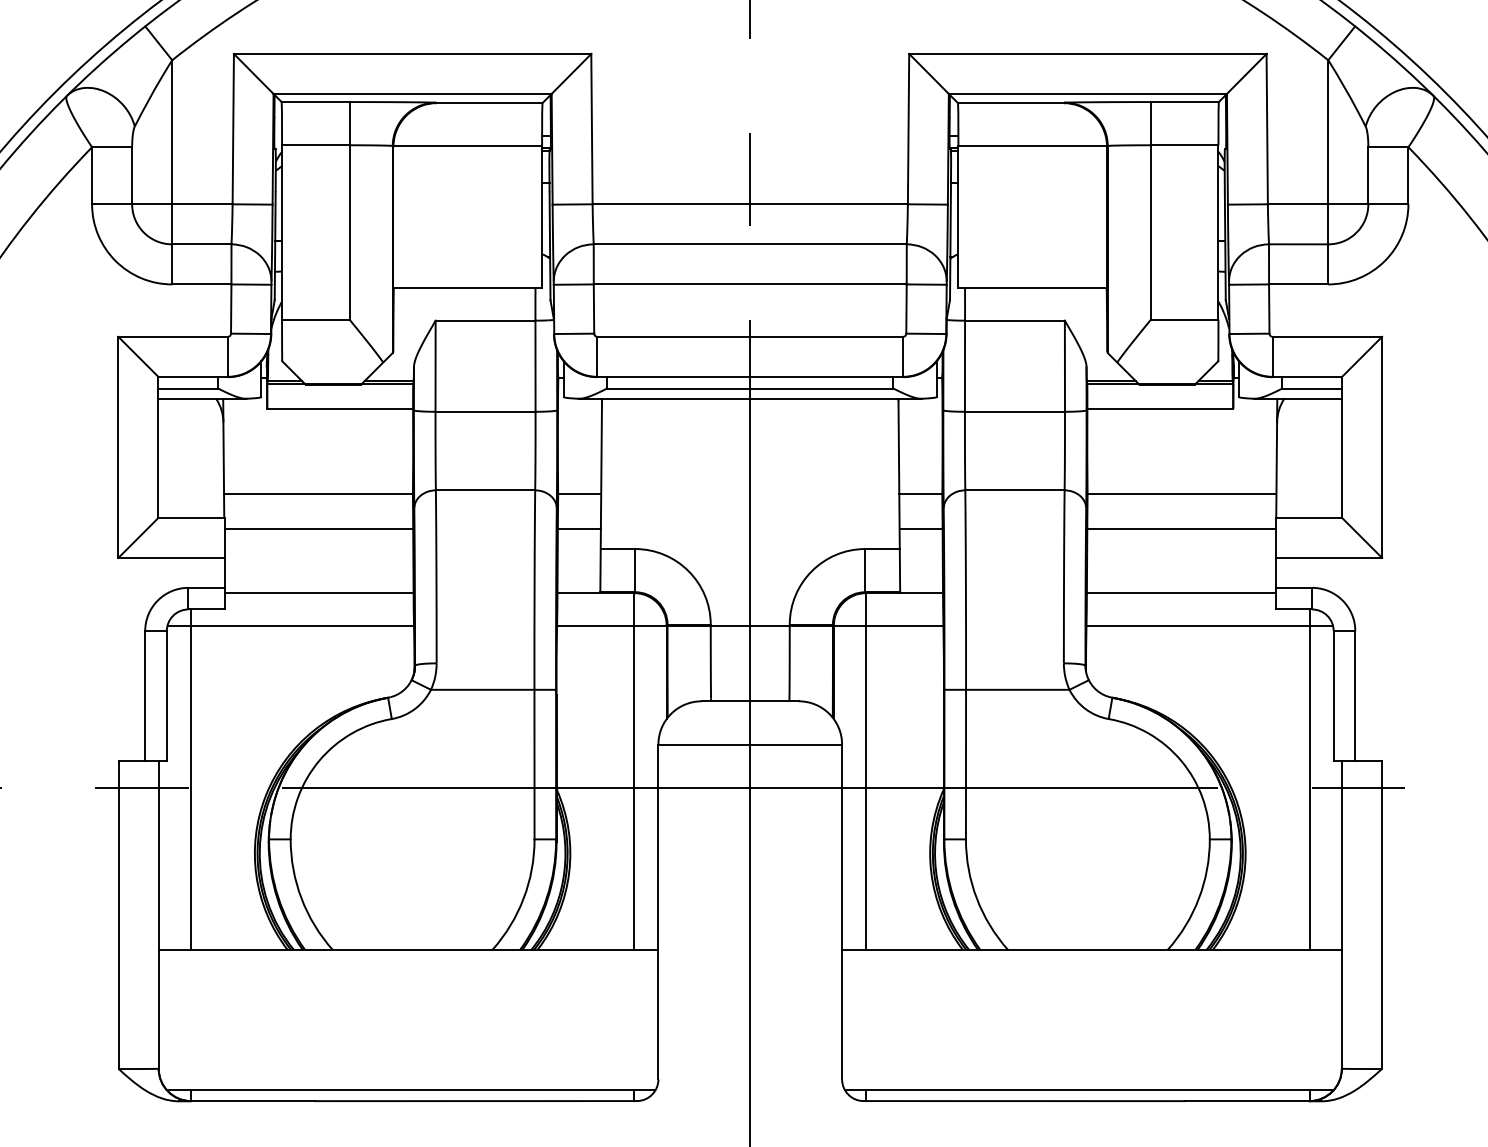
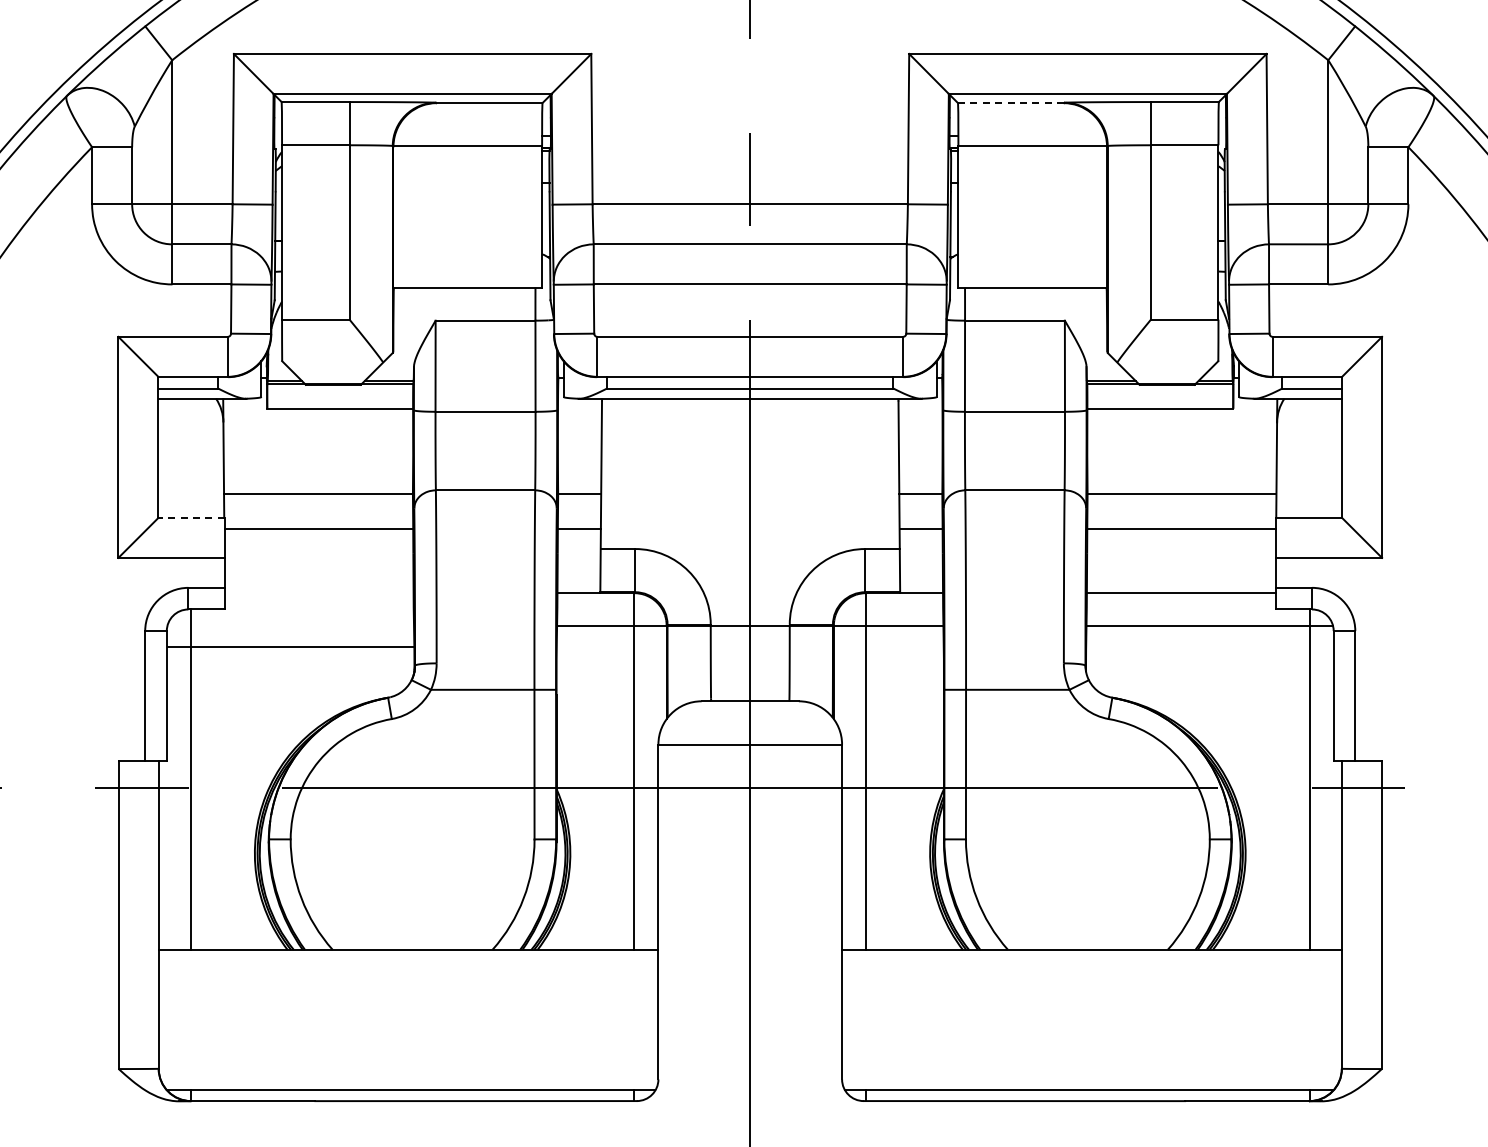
line at (1011, 103): solid -> dashed
line at (191, 517): solid -> dashed
line at (318, 592): present -> none
line at (290, 625) position: (290, 625) -> (290, 646)
